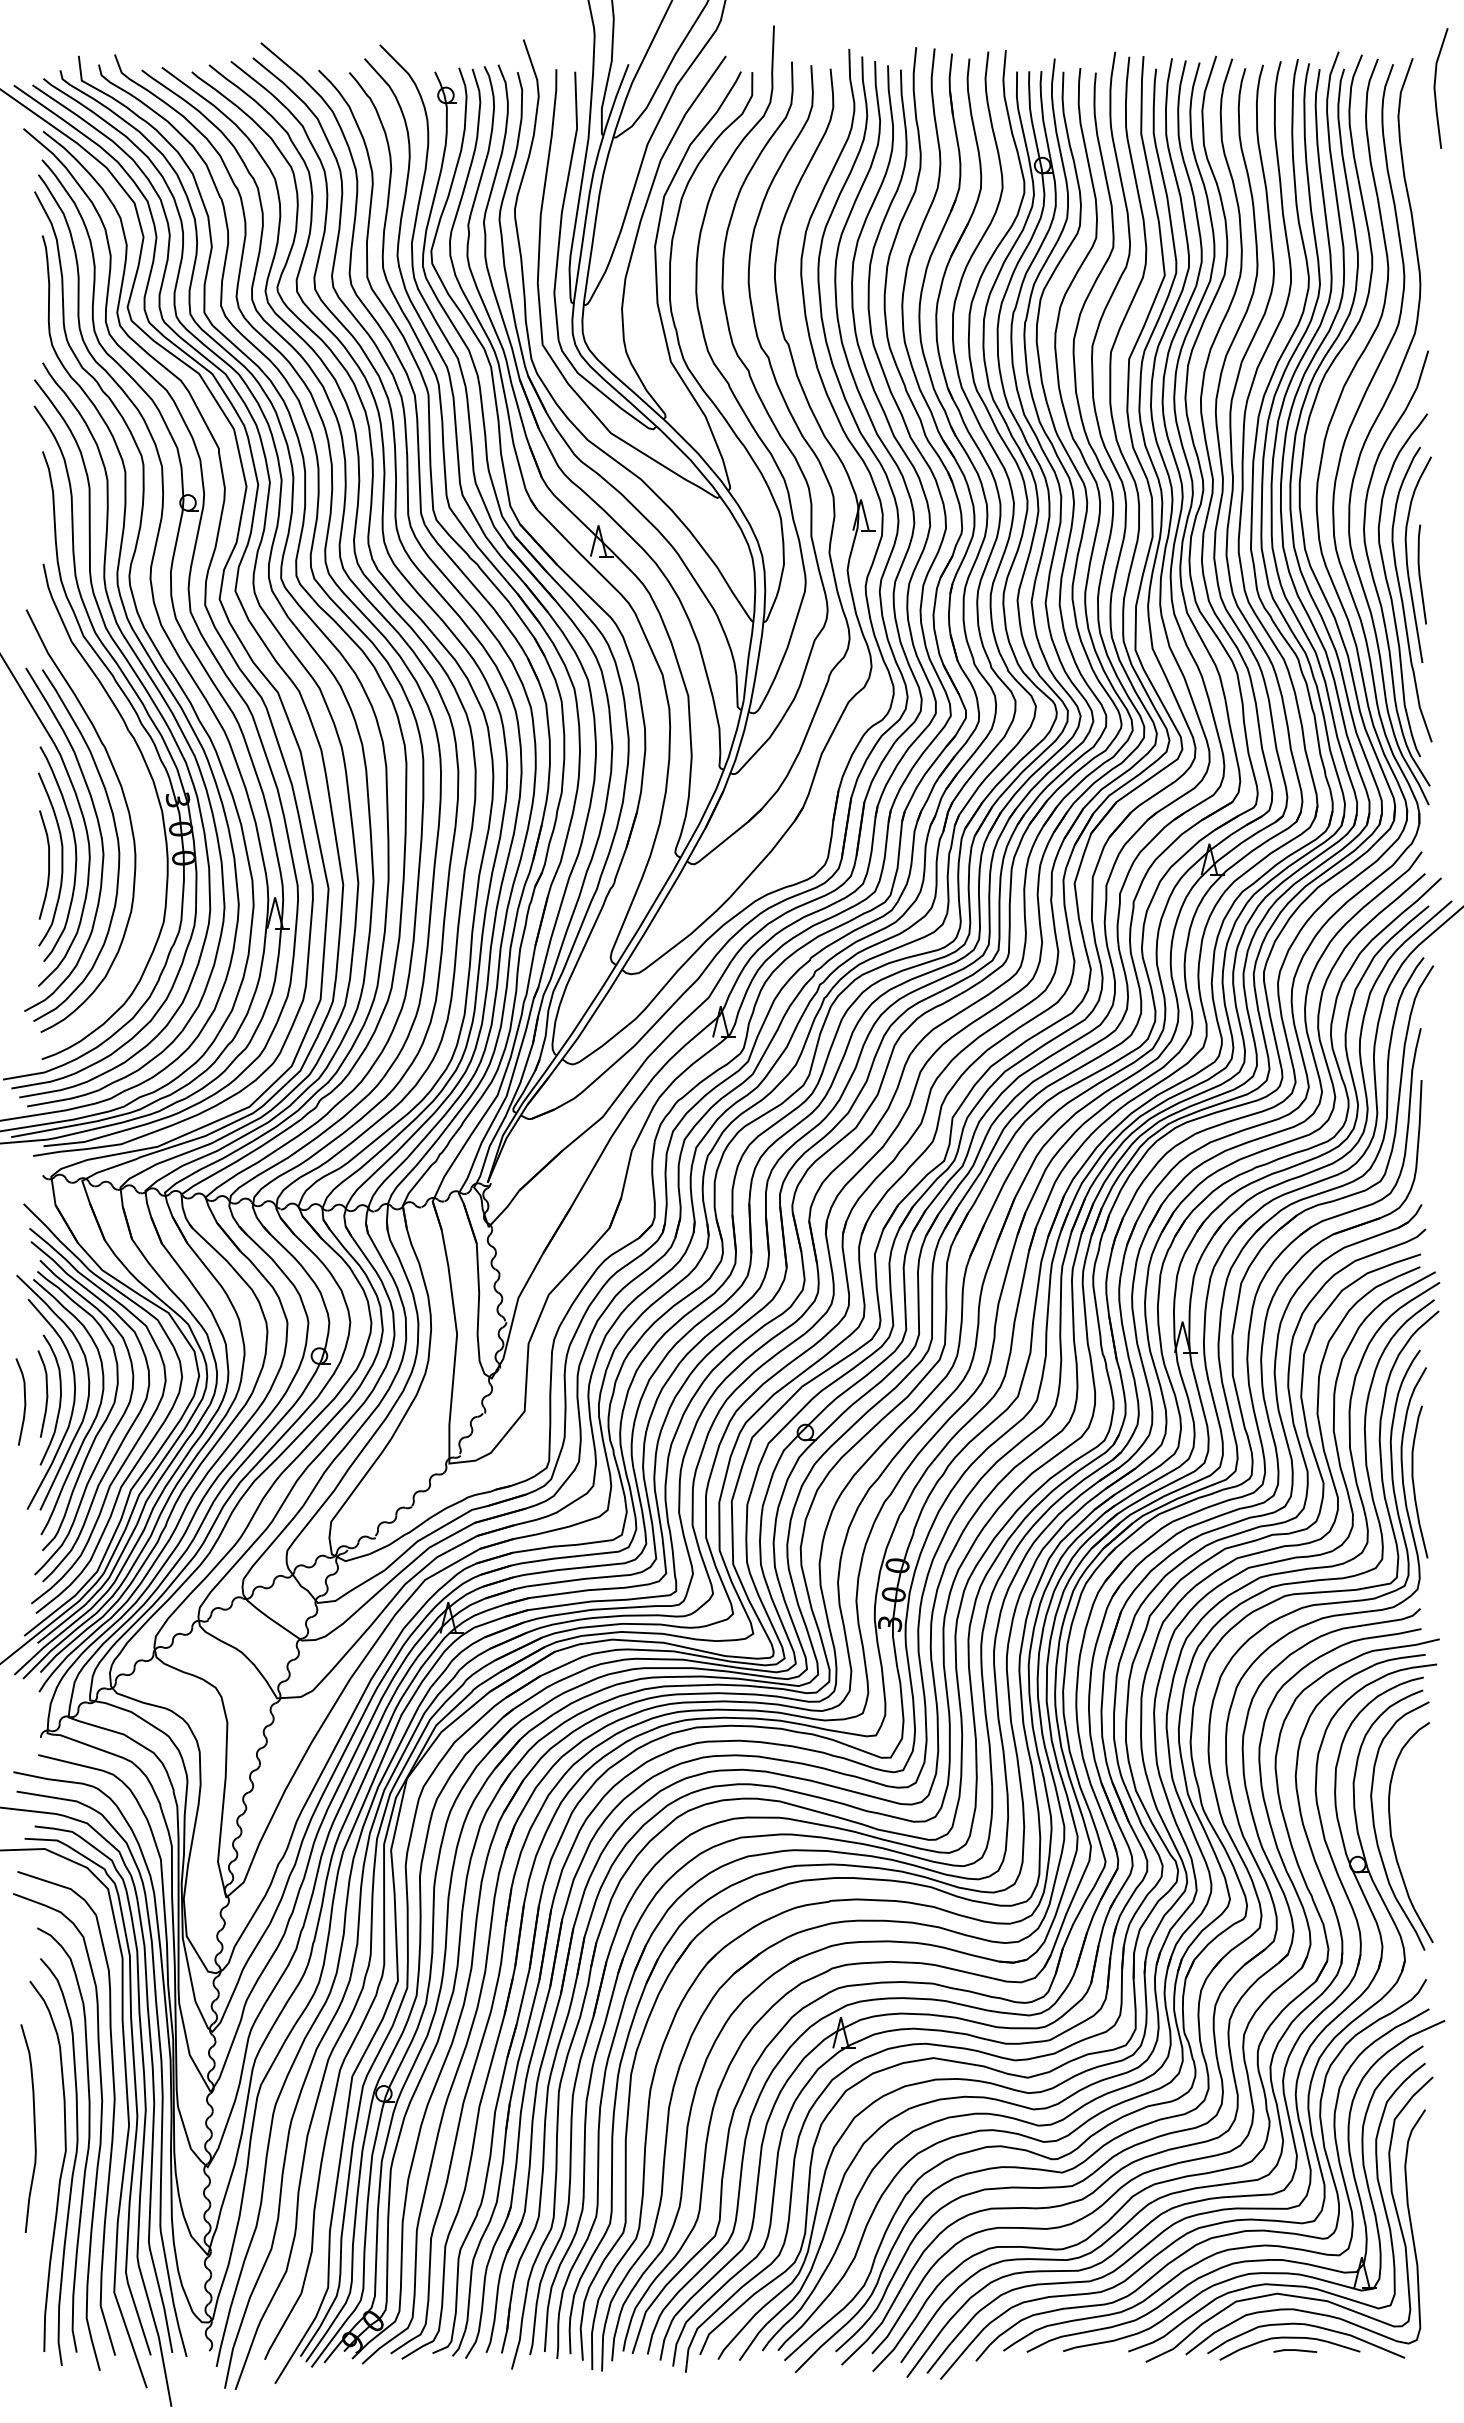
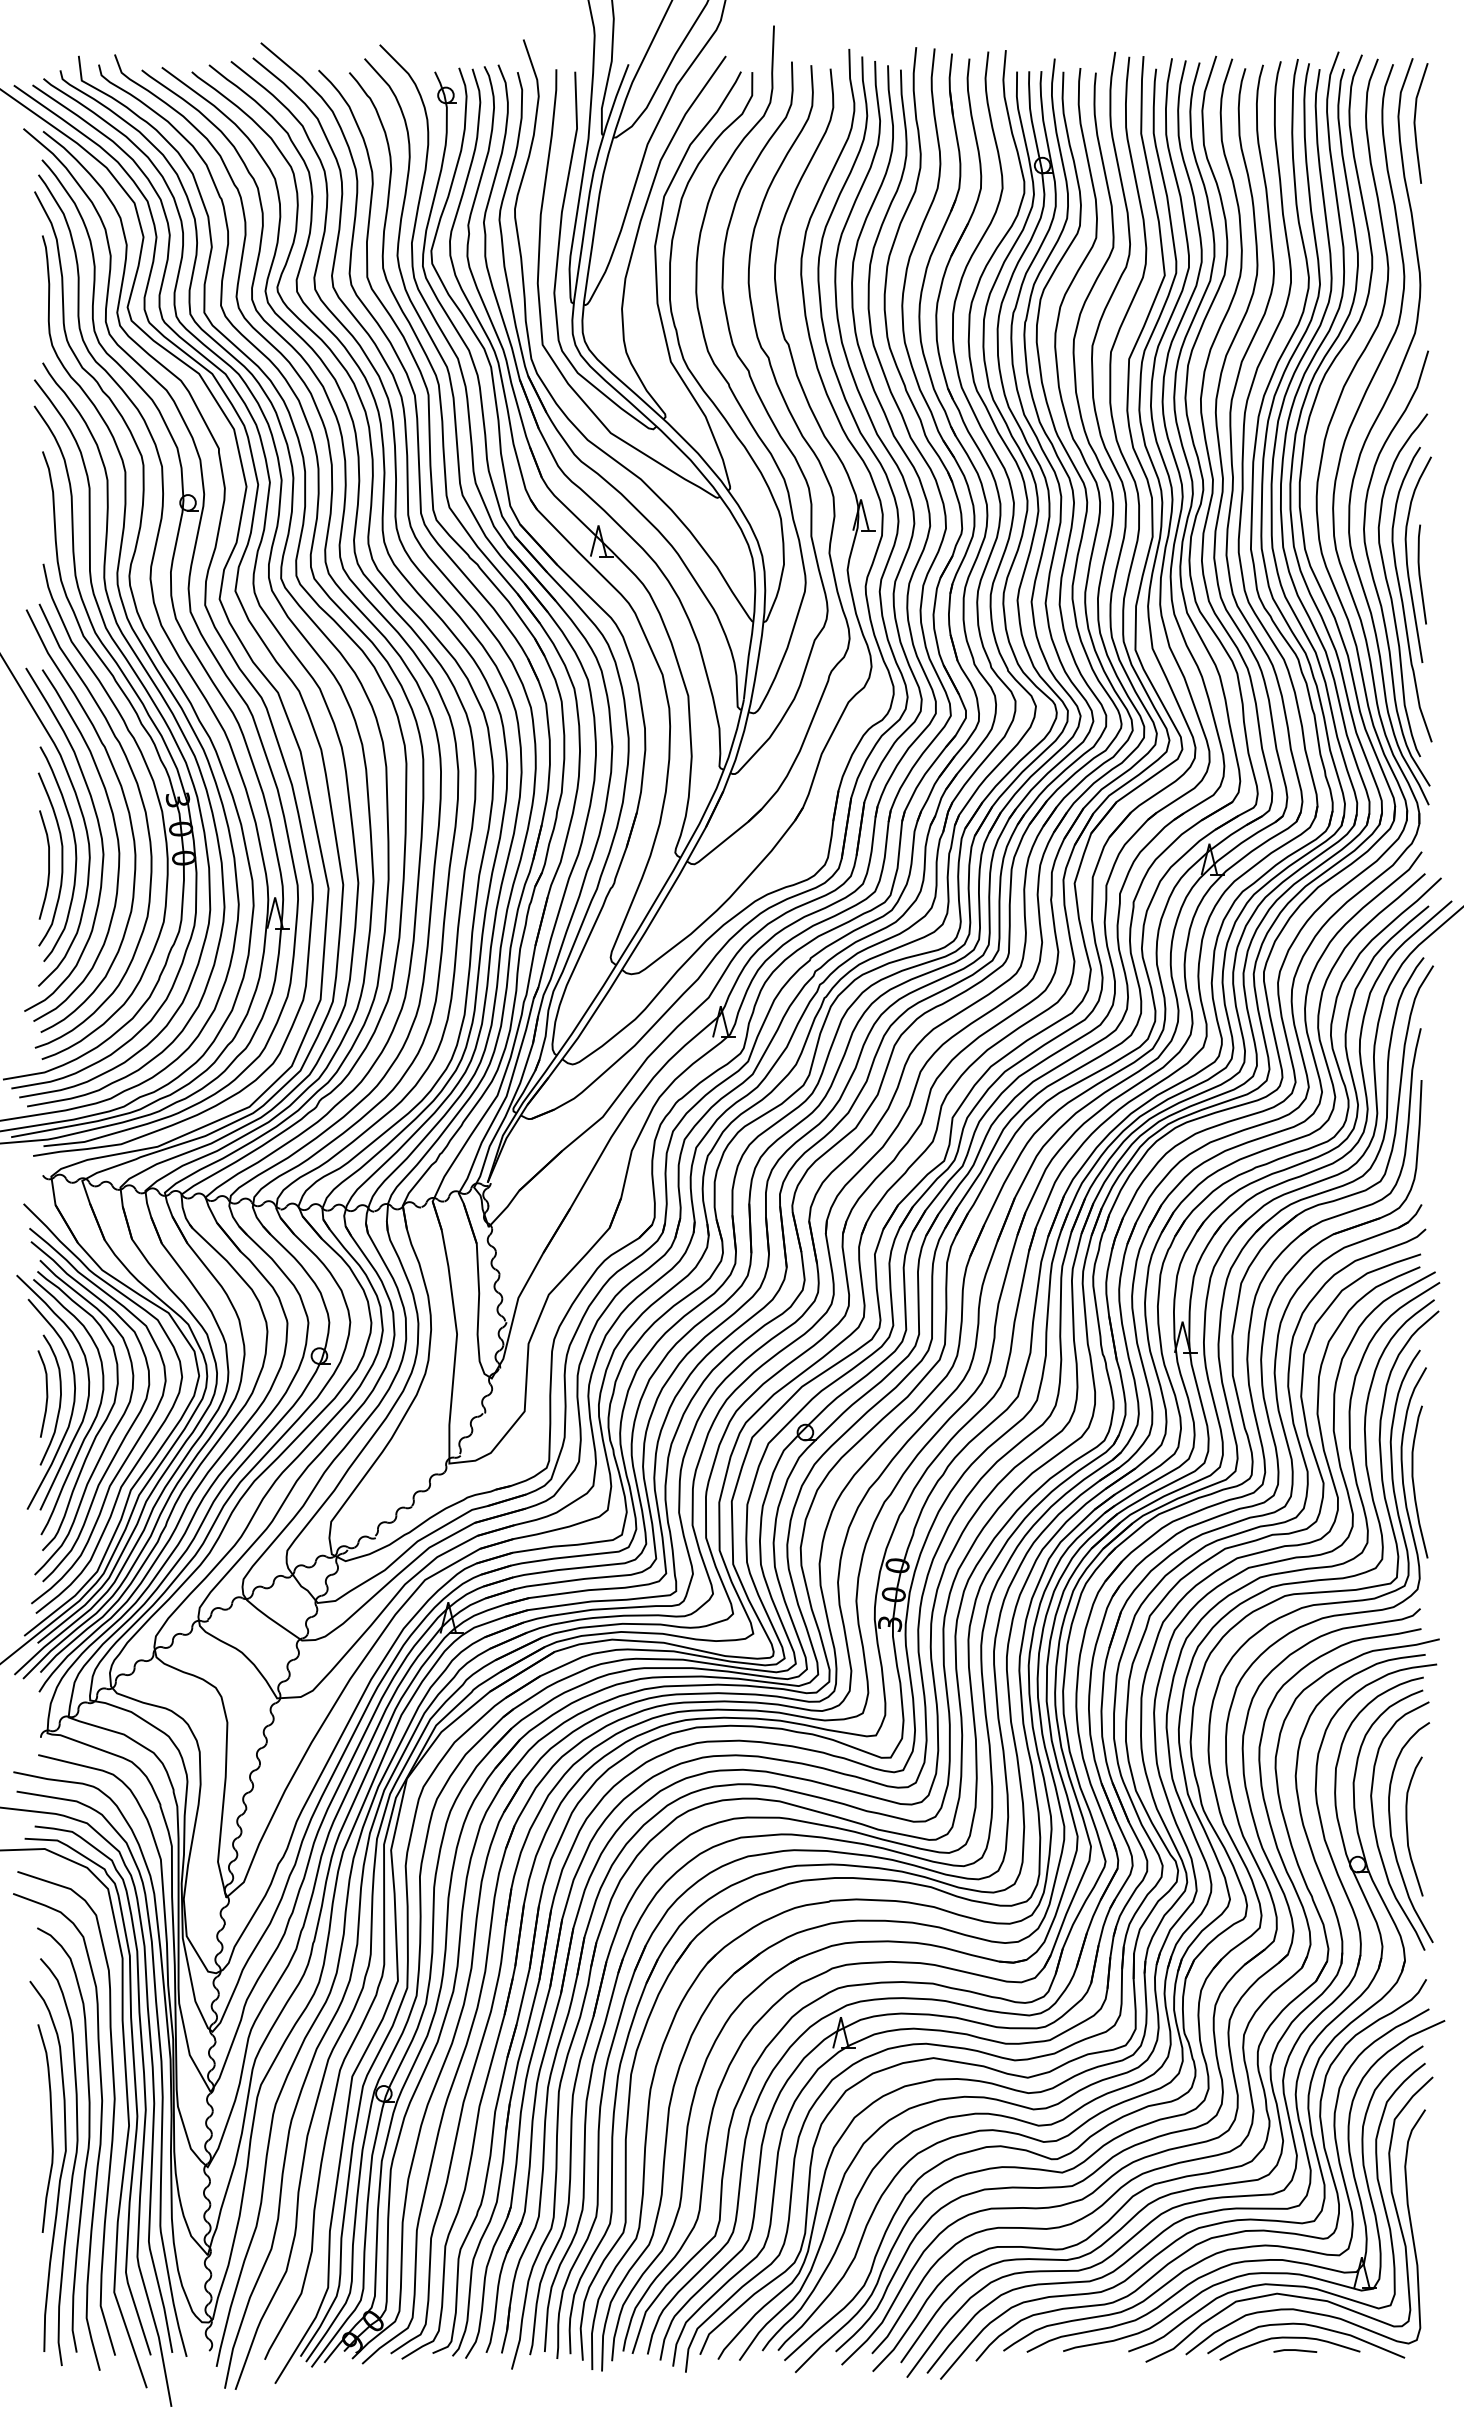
line at (1435, 88) position: (1435, 88) -> (1415, 123)
curve at (145, 818): none -> present
curve at (24, 1401): present -> none
curve at (1407, 1826): none -> present
curve at (33, 2125) position: (33, 2125) -> (50, 2125)
